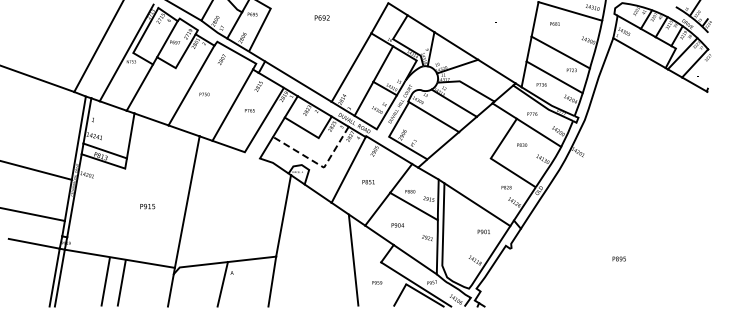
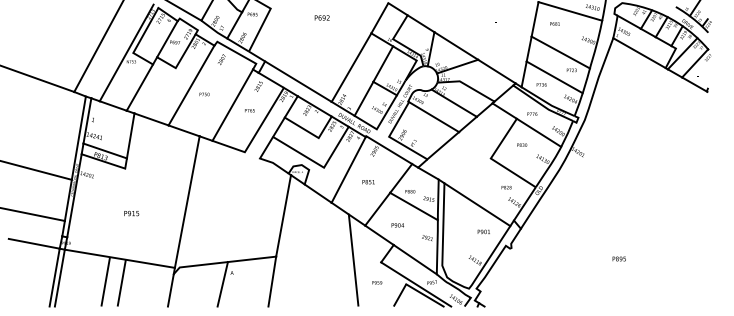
line at (318, 164): dashed -> solid
text at (147, 206) position: (147, 206) -> (131, 213)
